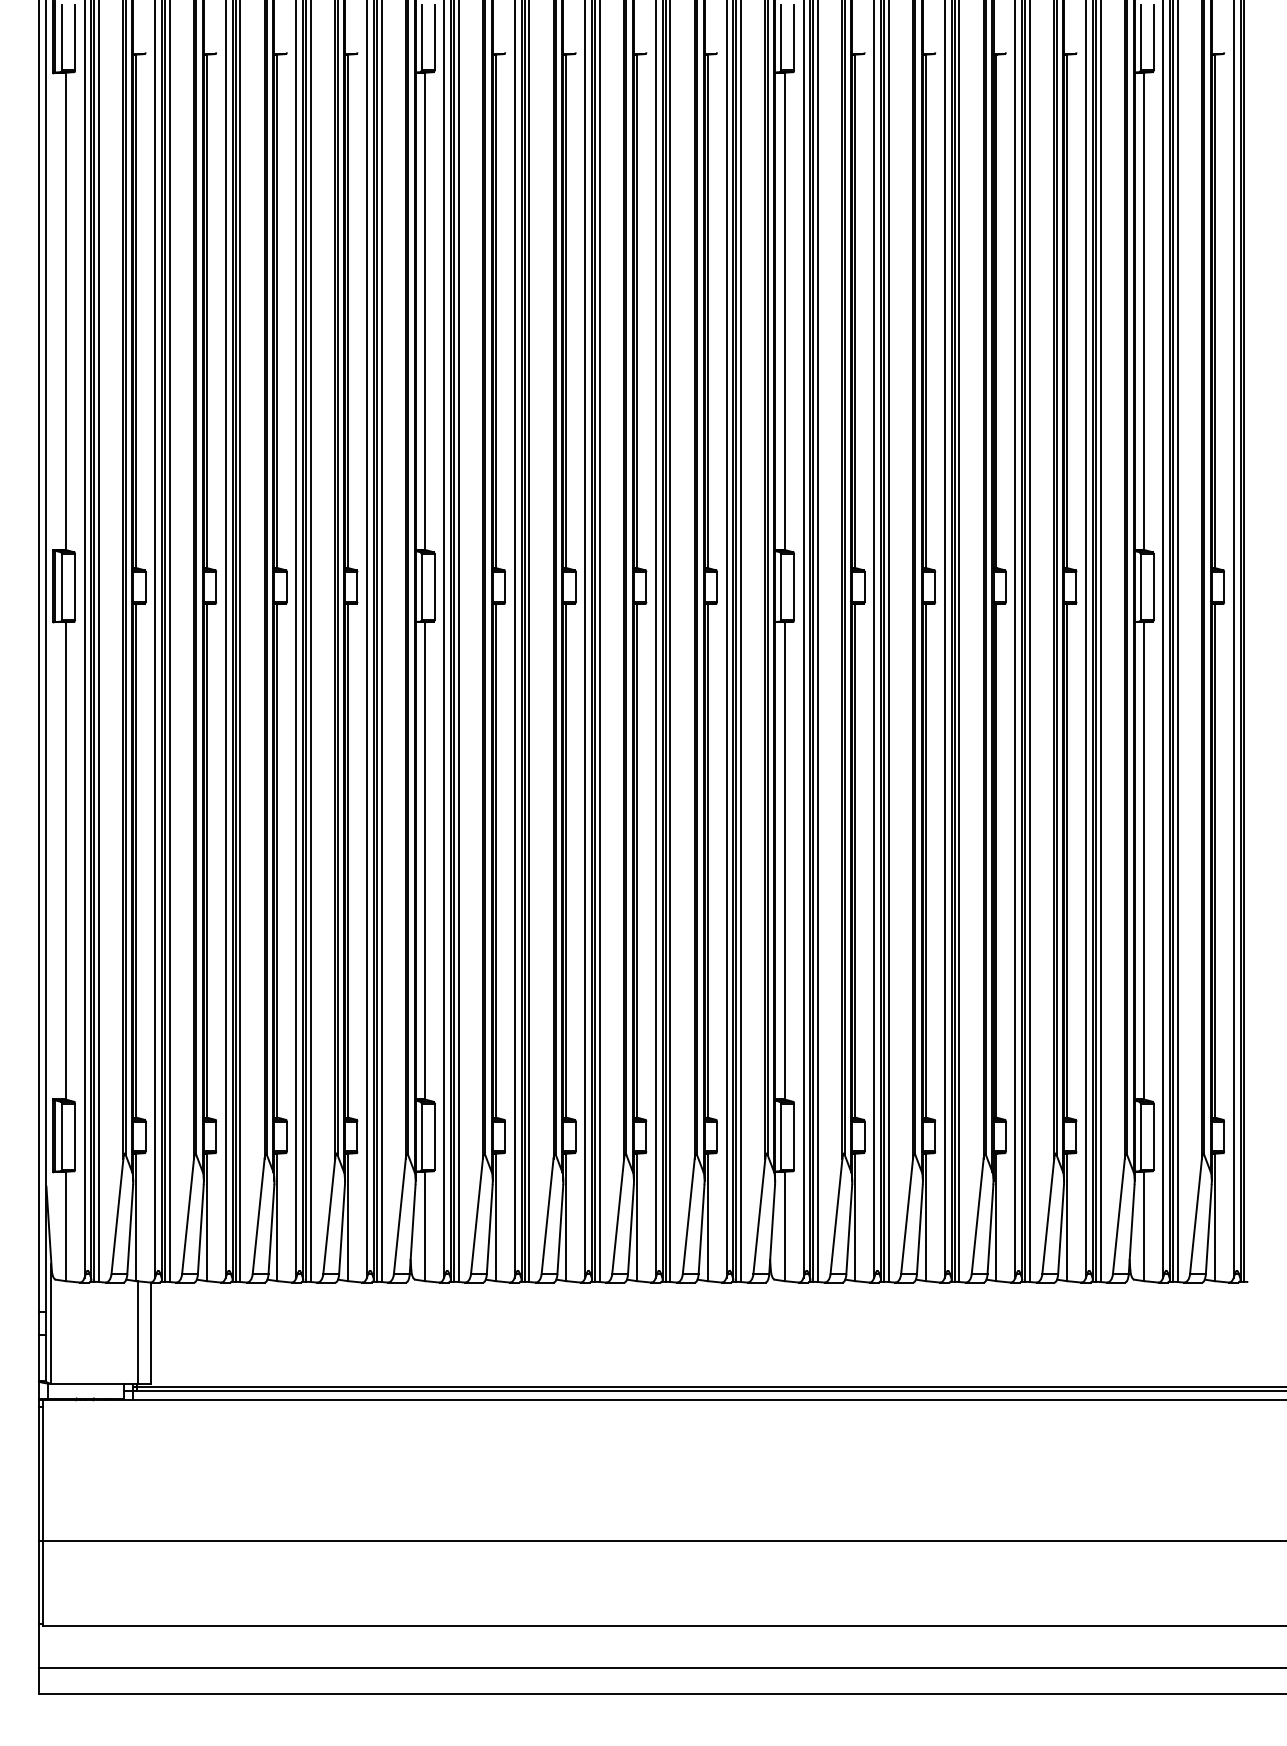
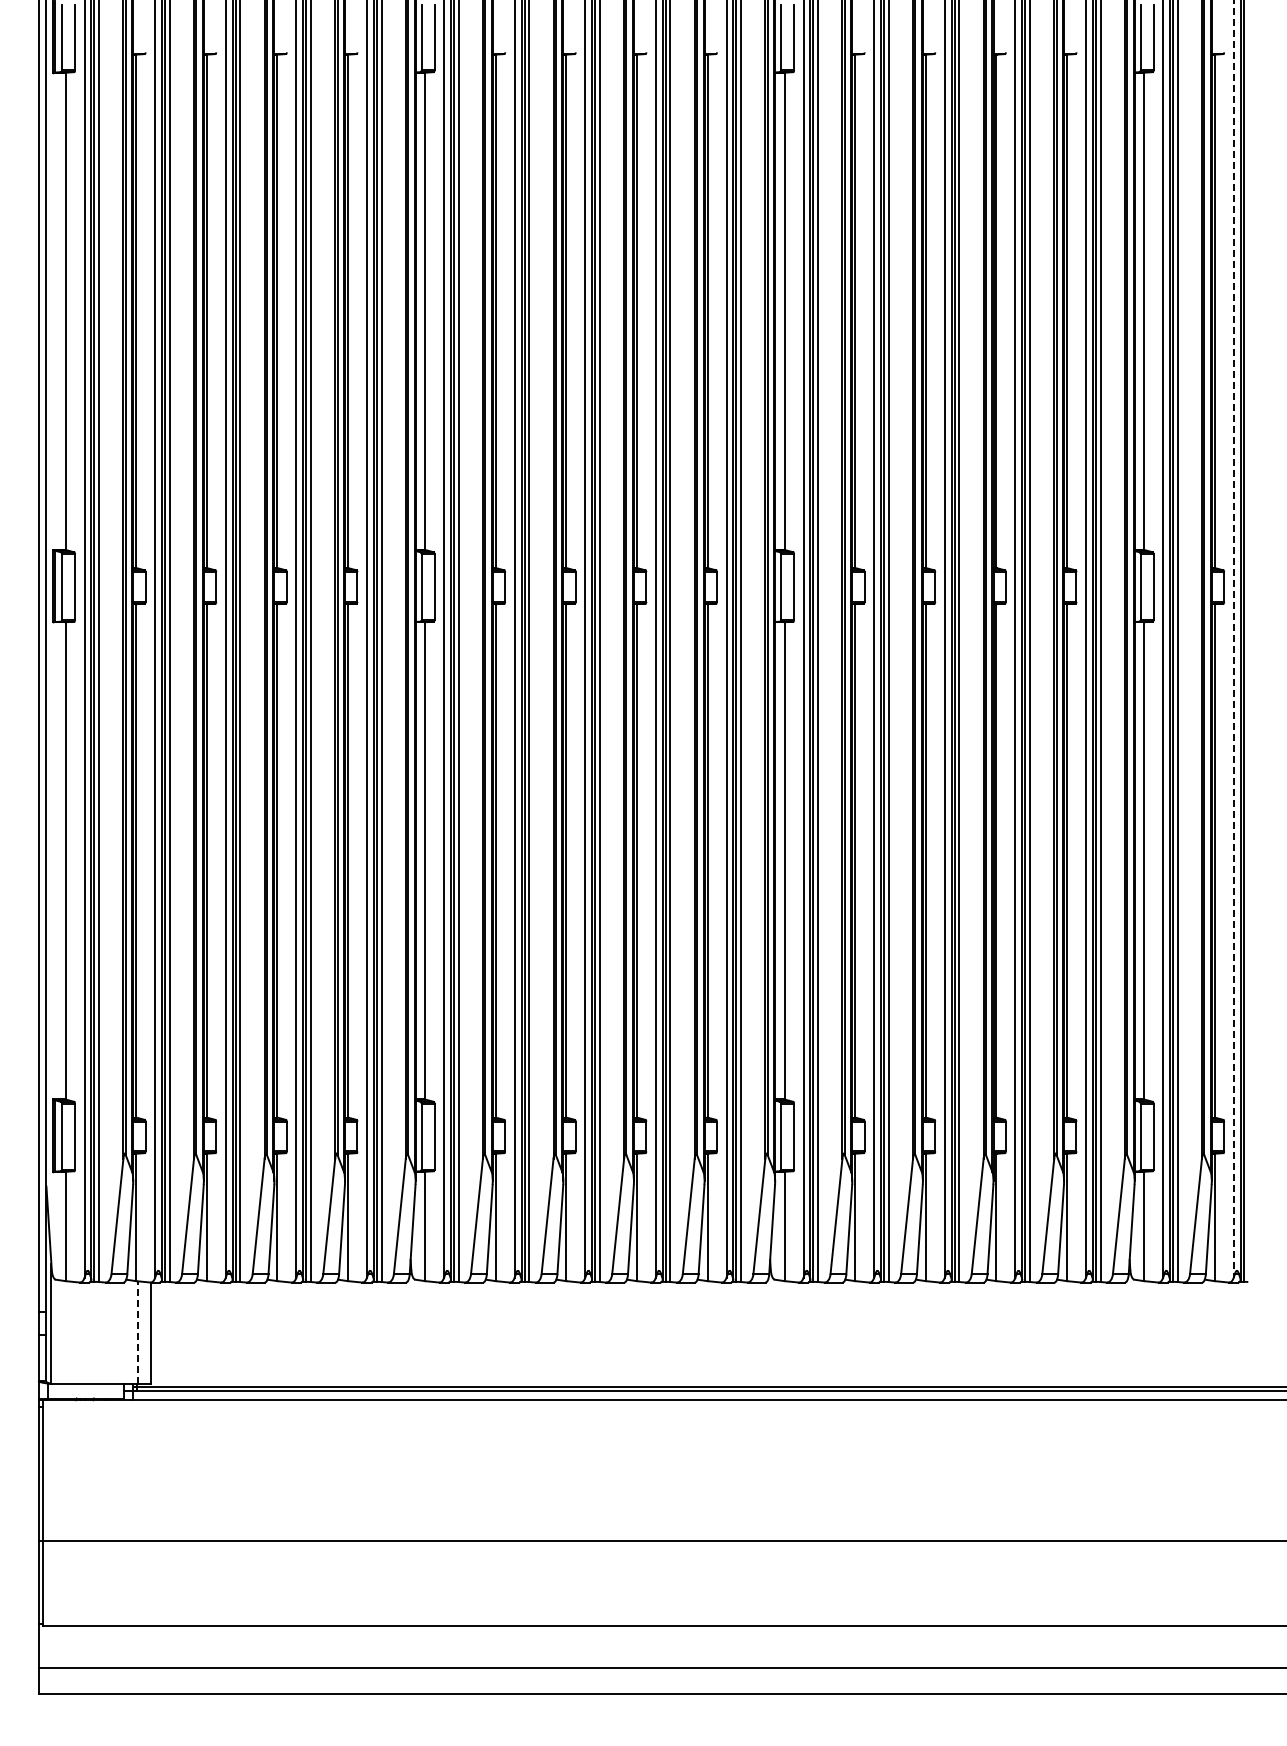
line at (1233, 639): solid -> dashed
line at (138, 1332): solid -> dashed
